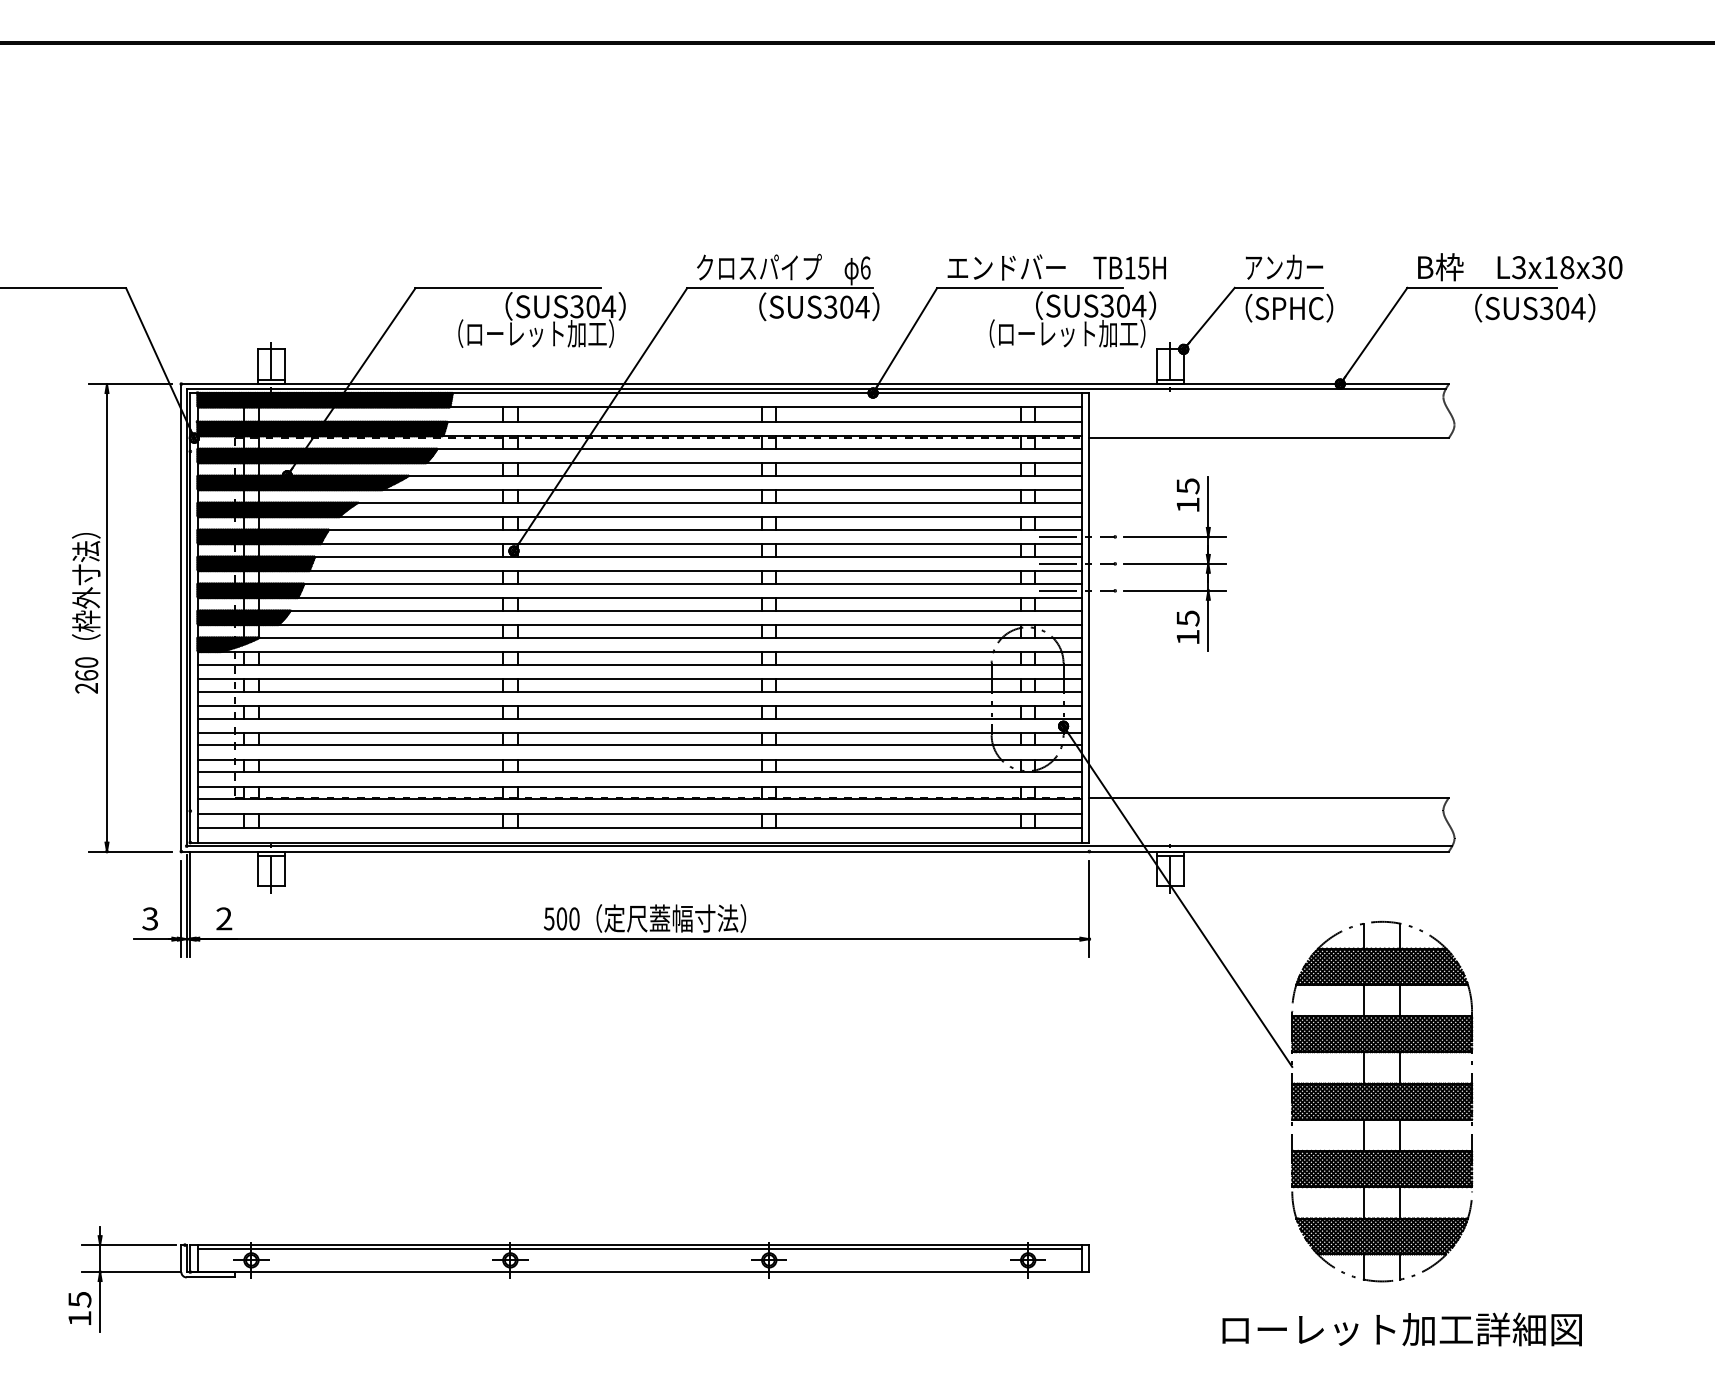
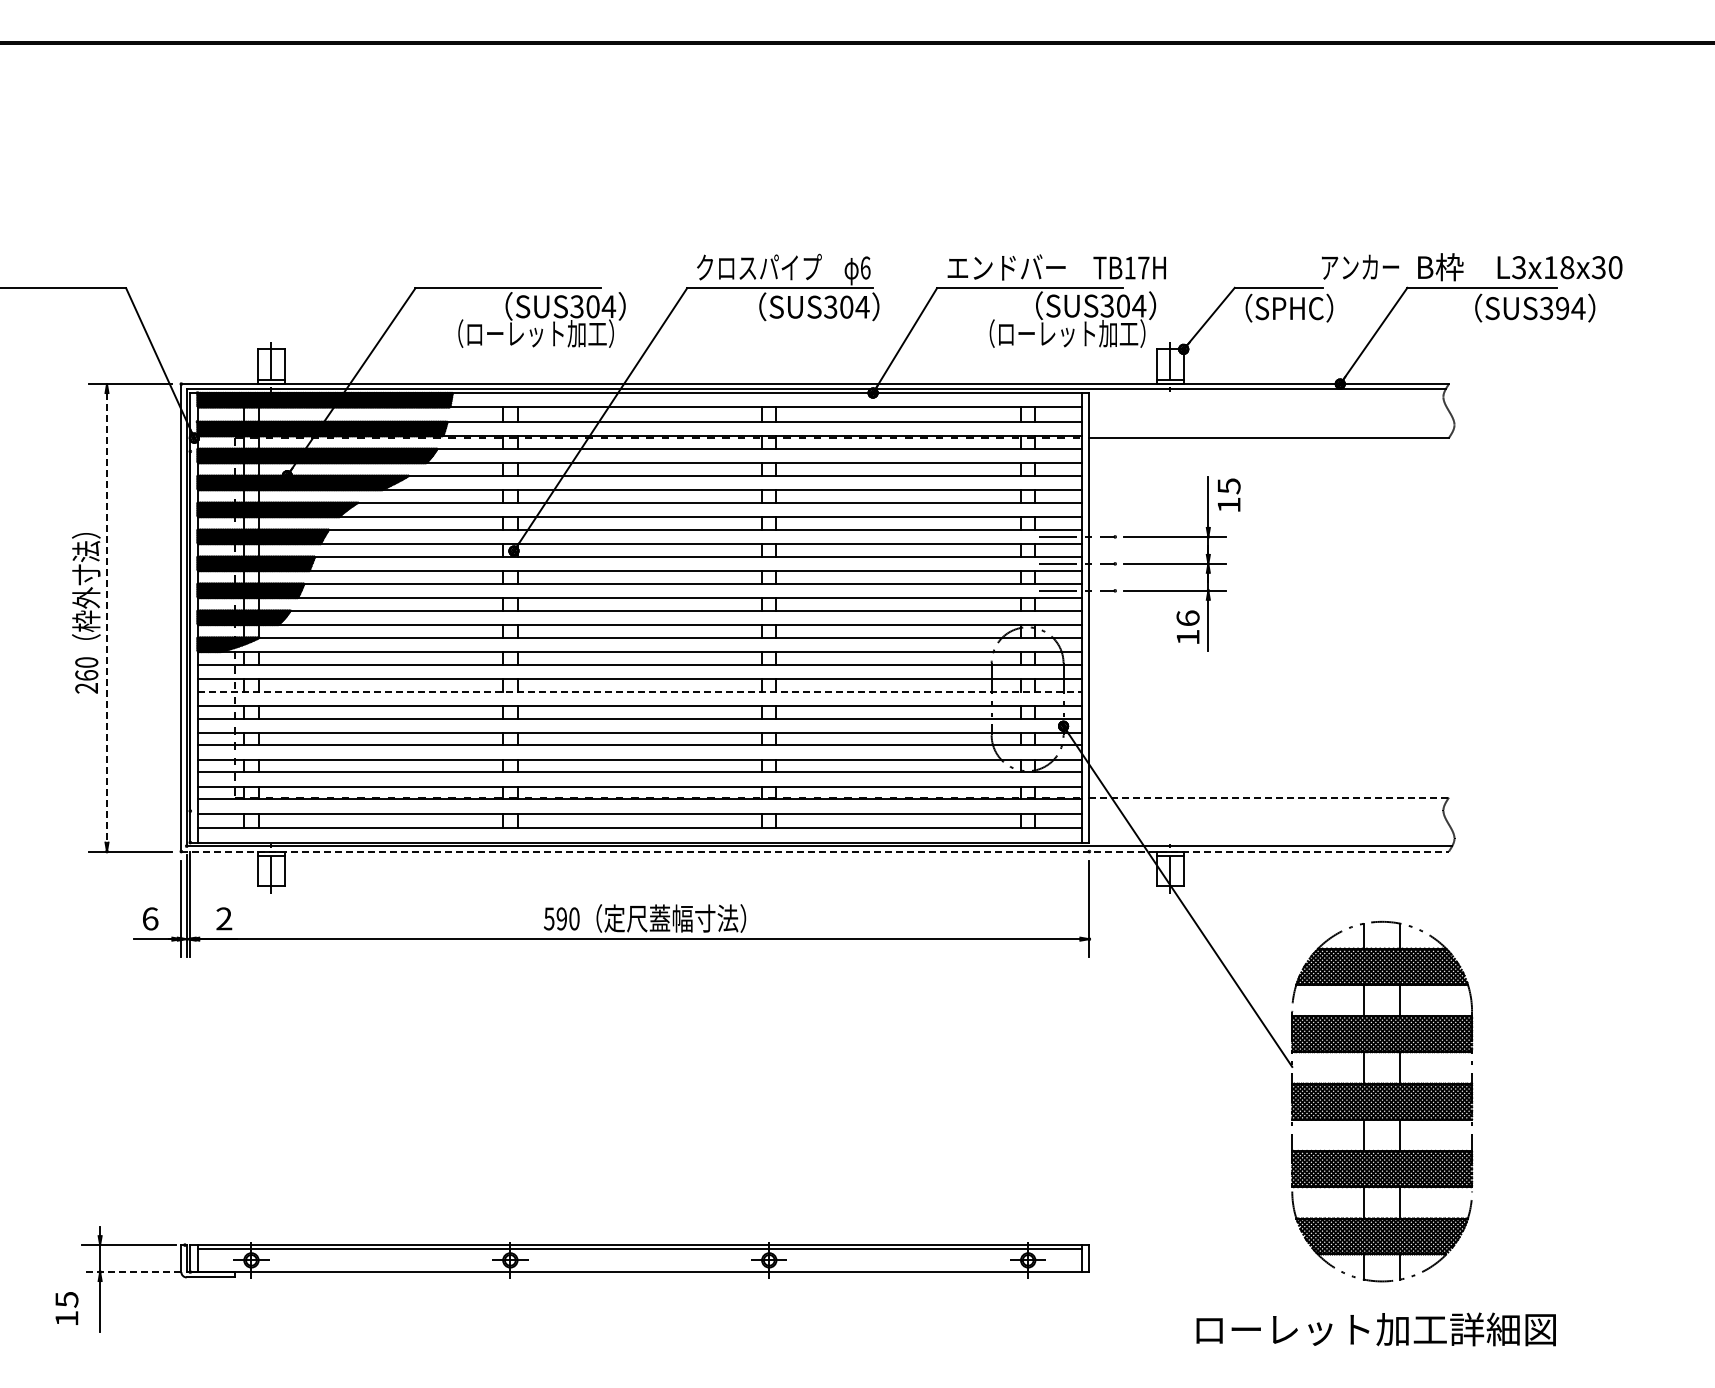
text at (1284, 266) position: (1284, 266) -> (1360, 266)
text at (1143, 267): TB15H -> TB17H
text at (1562, 308): SUS304 -> SUS394
text at (1188, 494) position: (1188, 494) -> (1229, 494)
line at (107, 617): solid -> dashed
text at (1187, 618): 15 -> 16
line at (640, 691): solid -> dashed
line at (1269, 797): solid -> dashed
line at (815, 851): solid -> dashed
text at (150, 918): 3 -> 6
text at (561, 918): 500 -> 590
line at (131, 1272): solid -> dashed
text at (79, 1308) position: (79, 1308) -> (66, 1308)
text at (1401, 1329) position: (1401, 1329) -> (1375, 1329)
